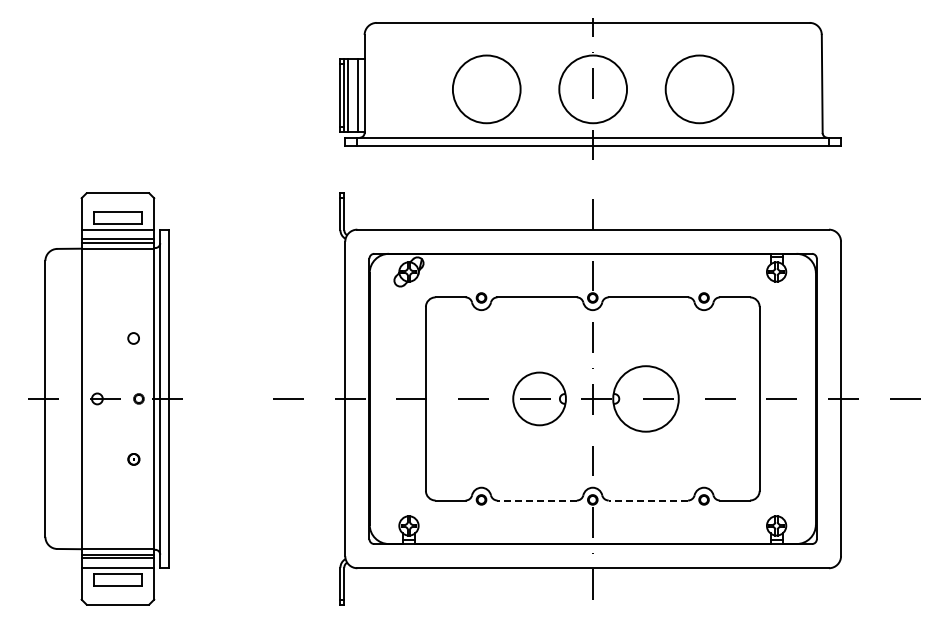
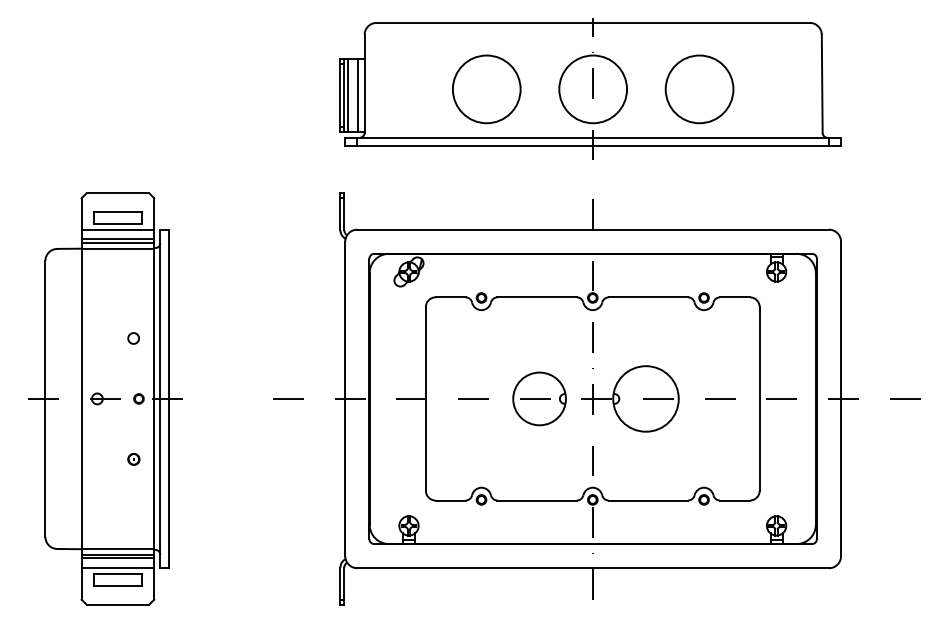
line at (537, 500): dashed -> solid
line at (648, 500): dashed -> solid
